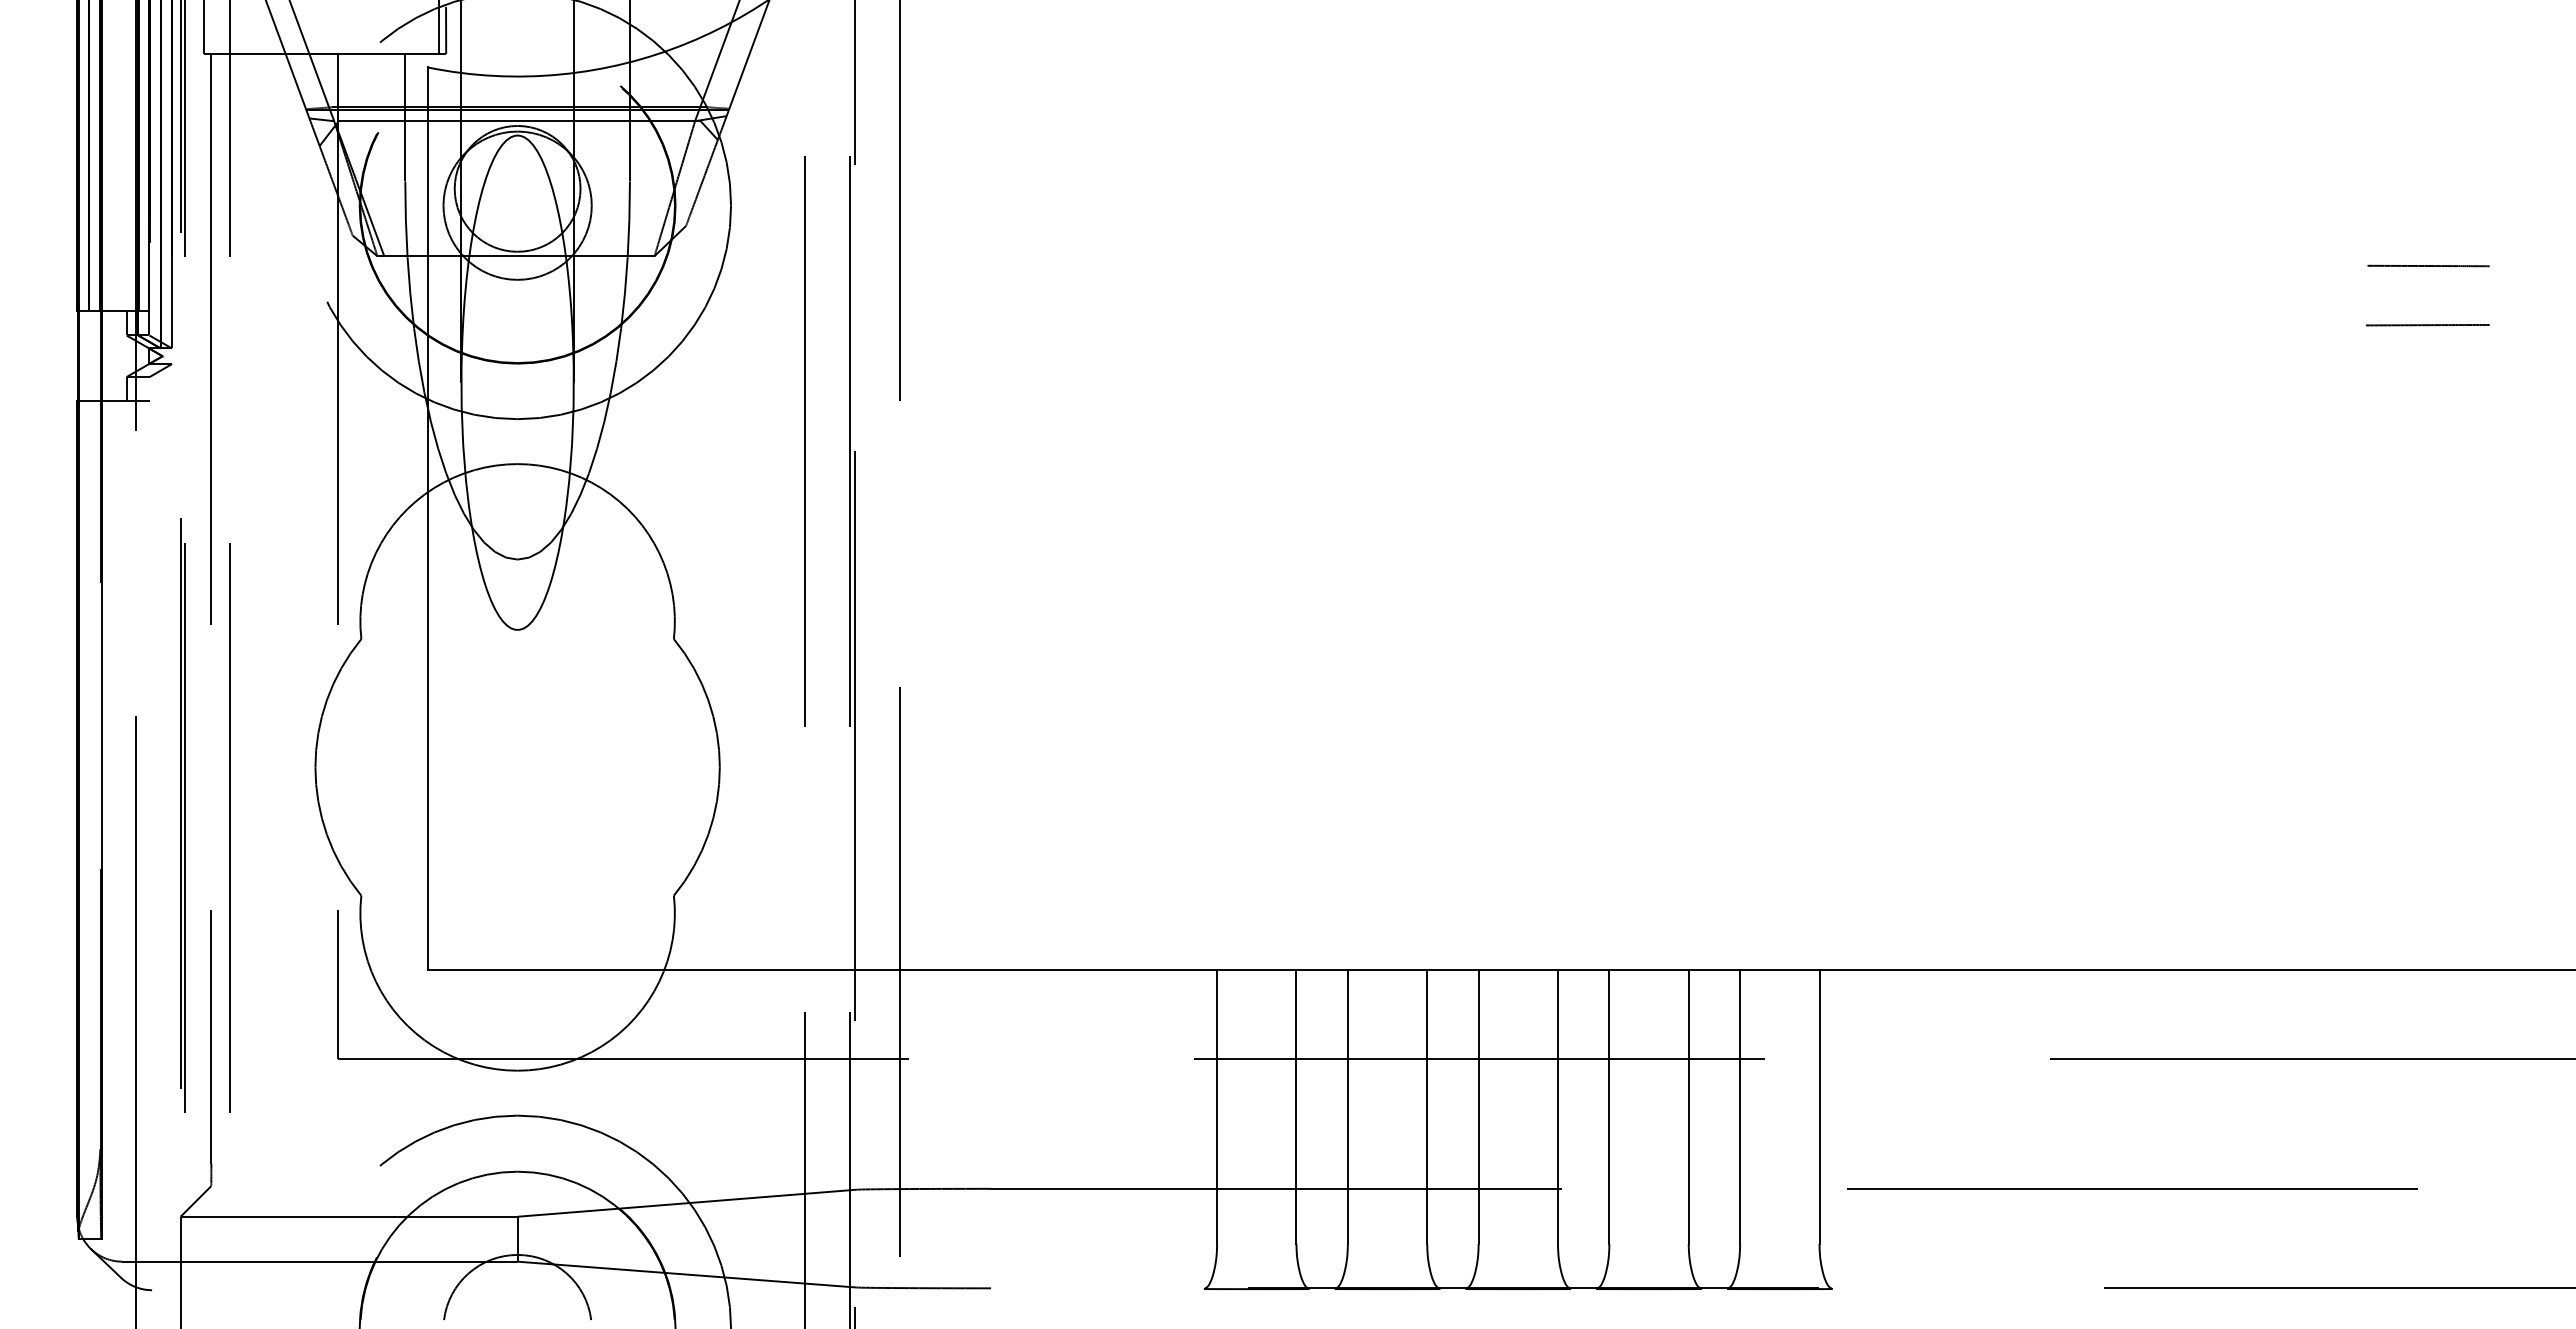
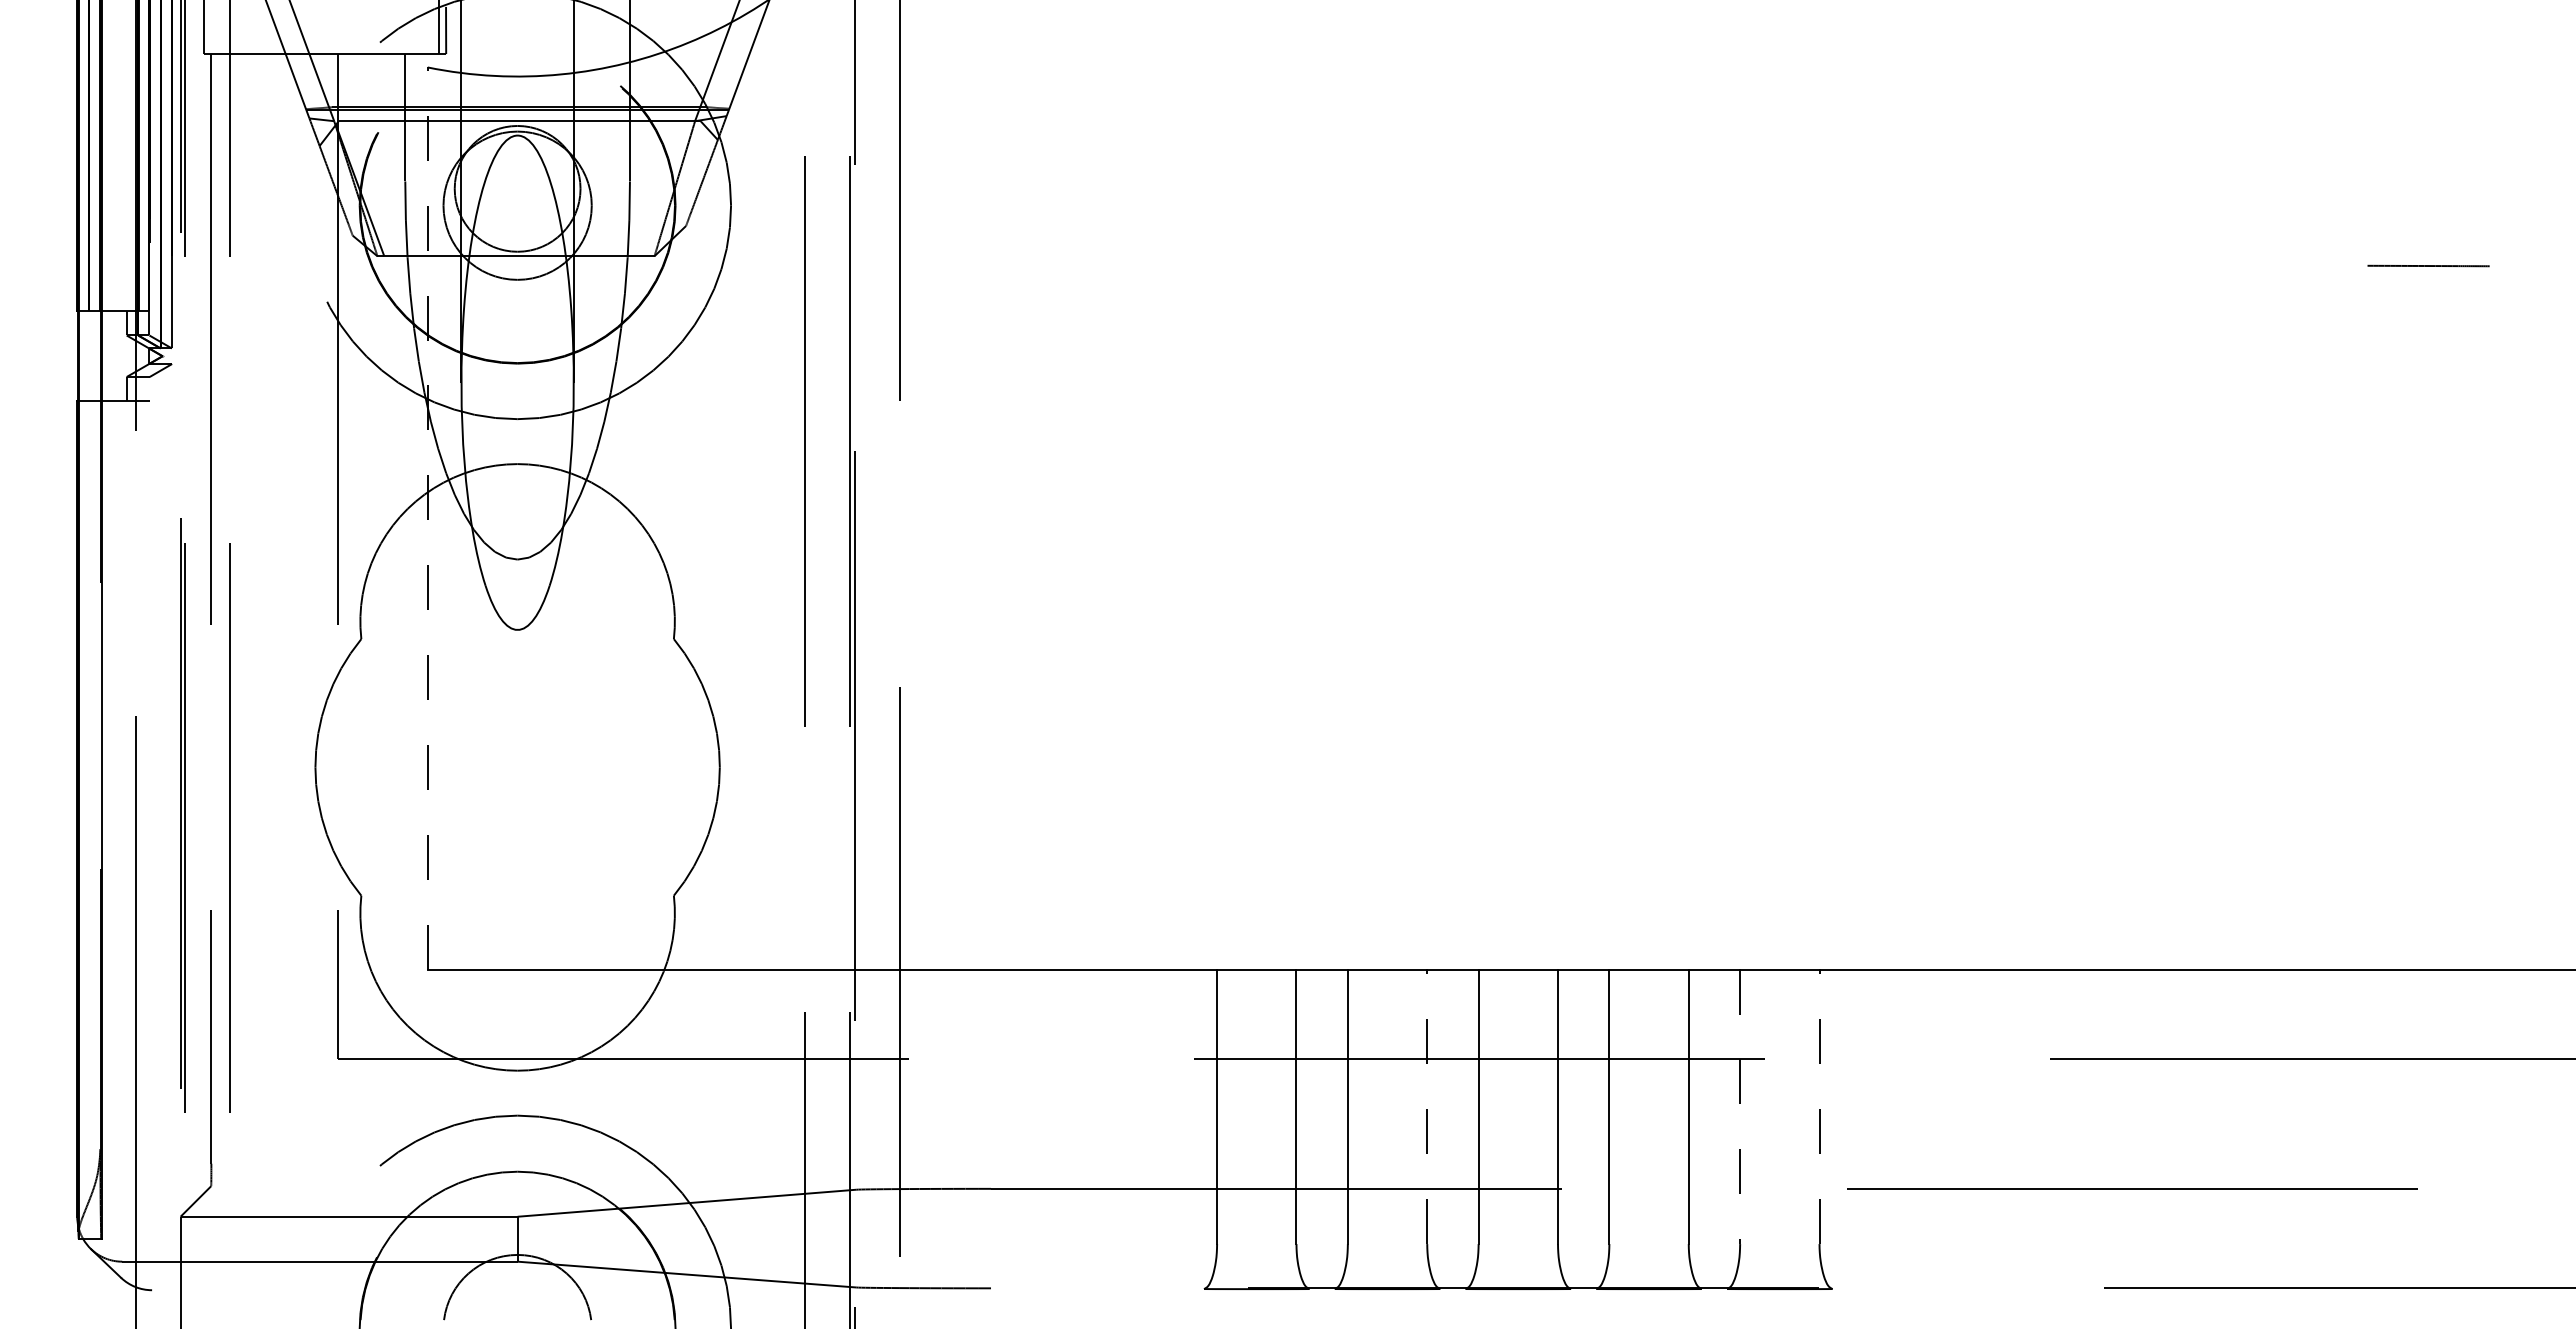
line at (2427, 325): present -> none
line at (427, 518): solid -> dashed
line at (1427, 1106): solid -> dashed
line at (1819, 1106): solid -> dashed
line at (1740, 1107): solid -> dashed
